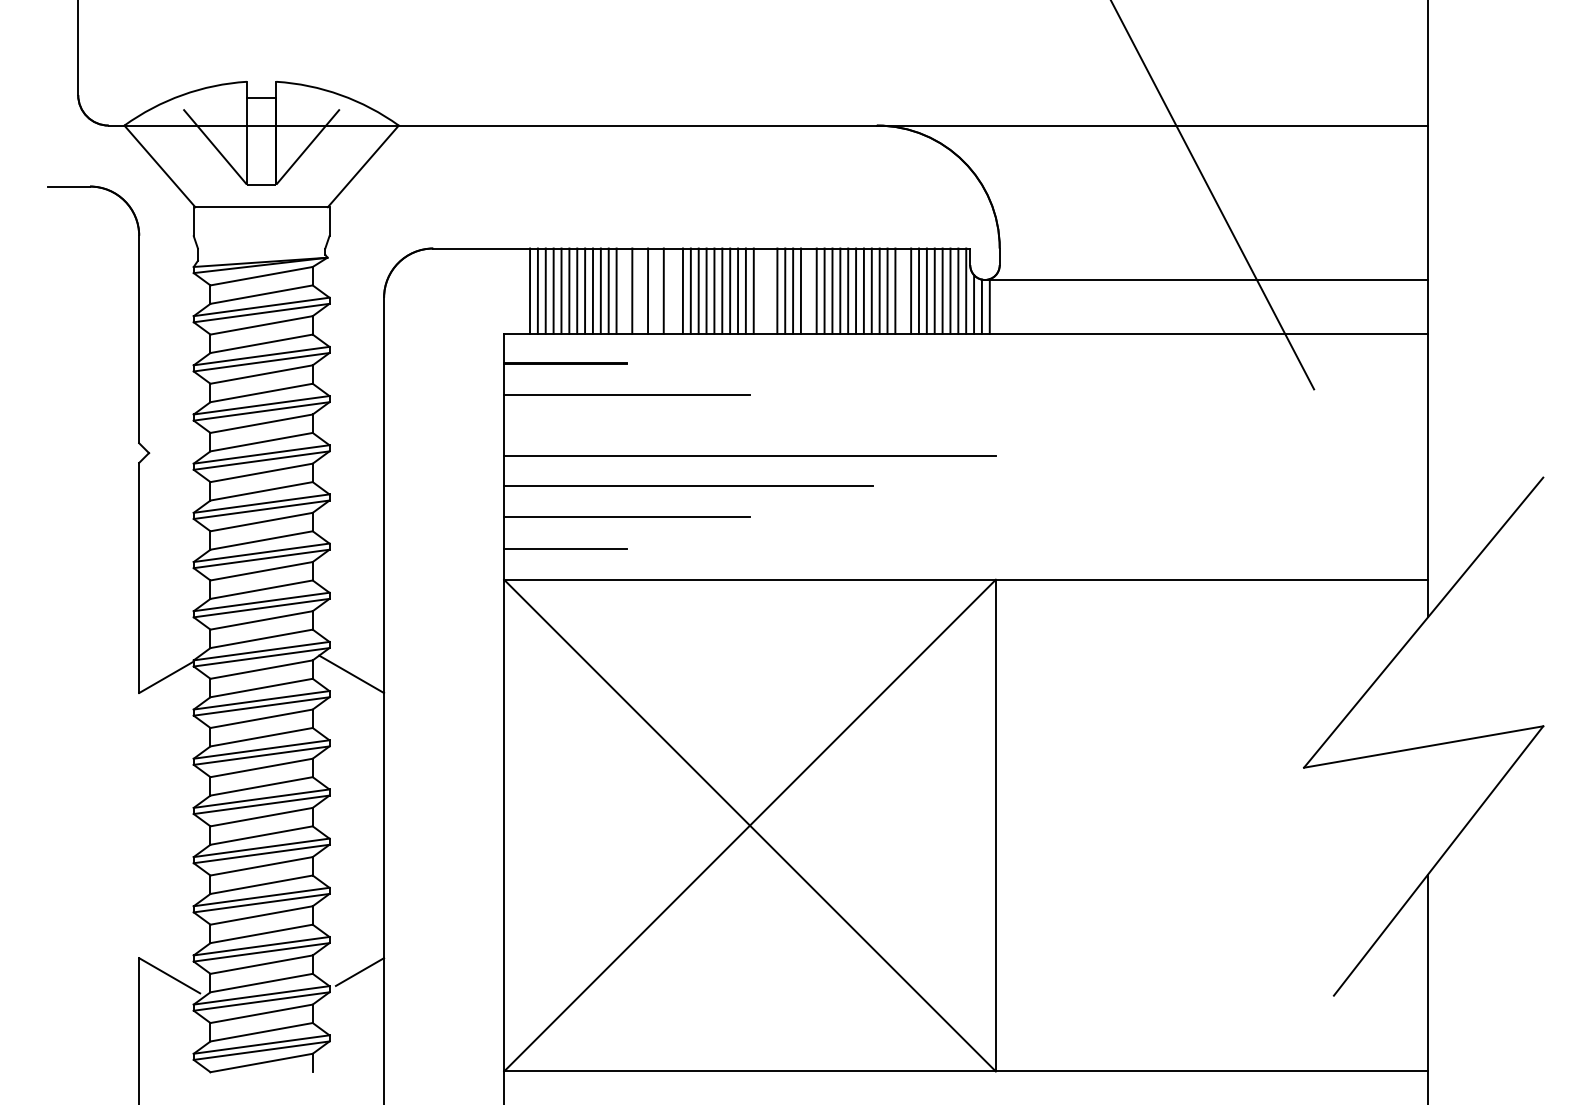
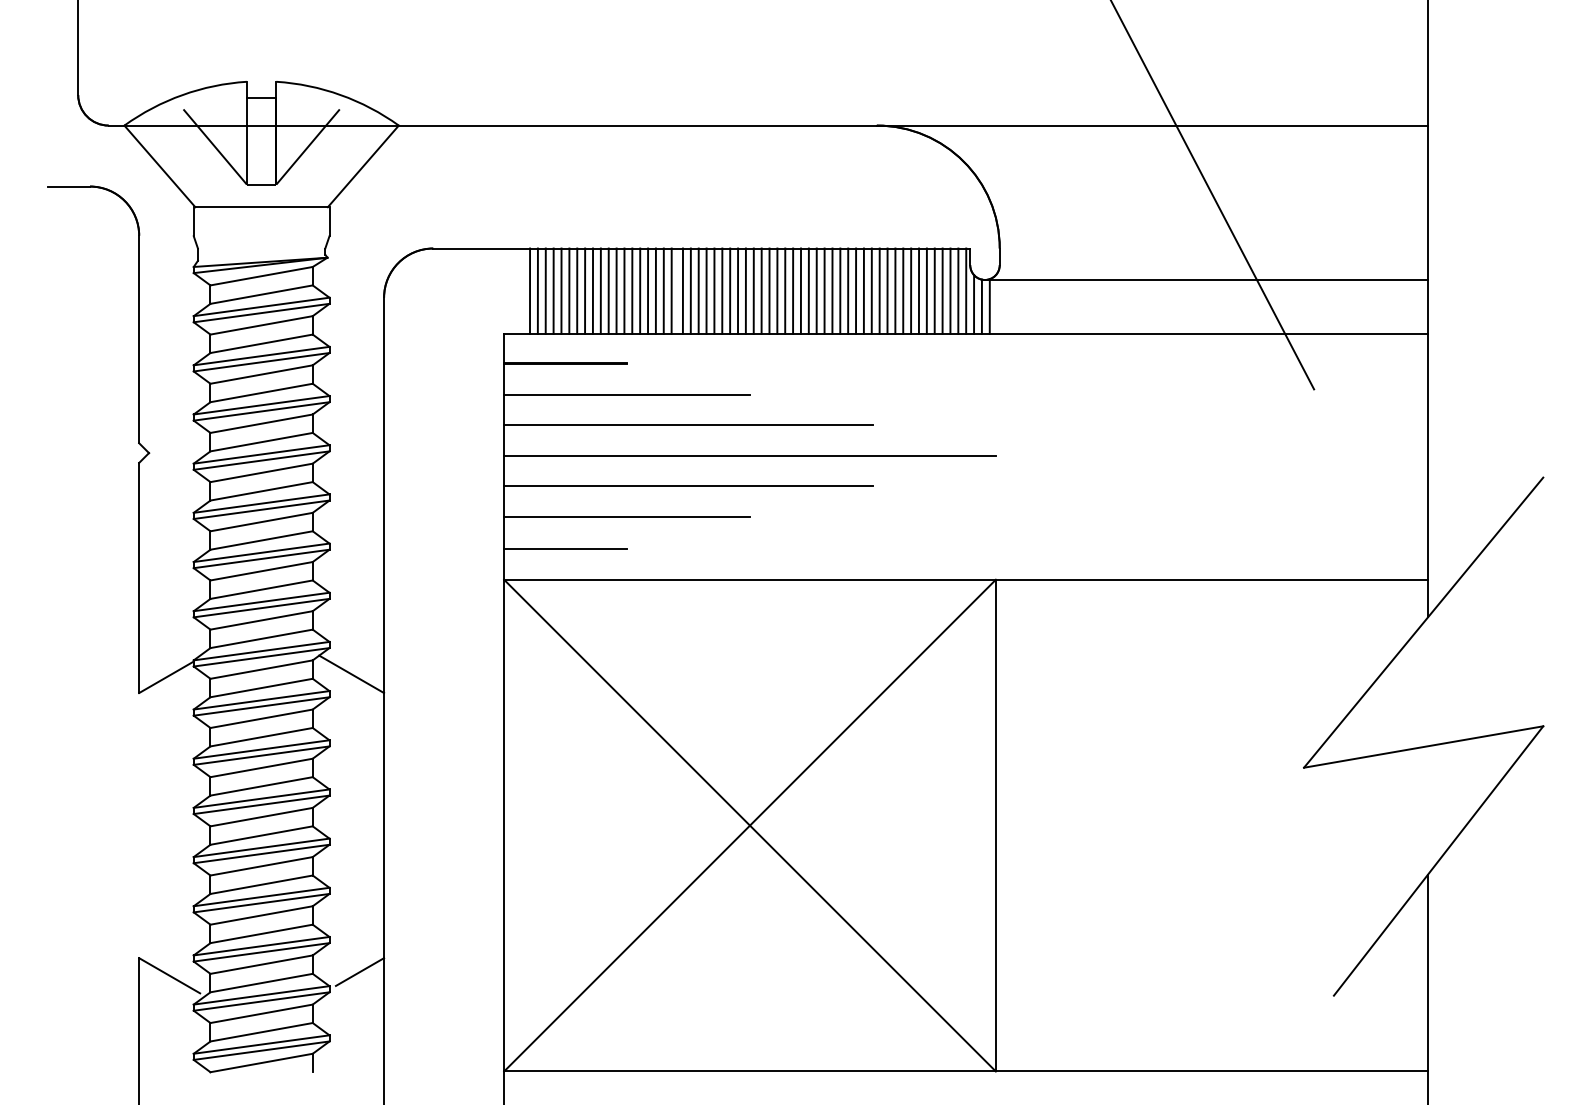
line at (624, 290): none -> present
line at (640, 290): none -> present
line at (655, 290): none -> present
line at (671, 290): none -> present
line at (761, 290): none -> present
line at (769, 290): none -> present
line at (808, 290): none -> present
line at (903, 290): none -> present
line at (688, 425): none -> present
